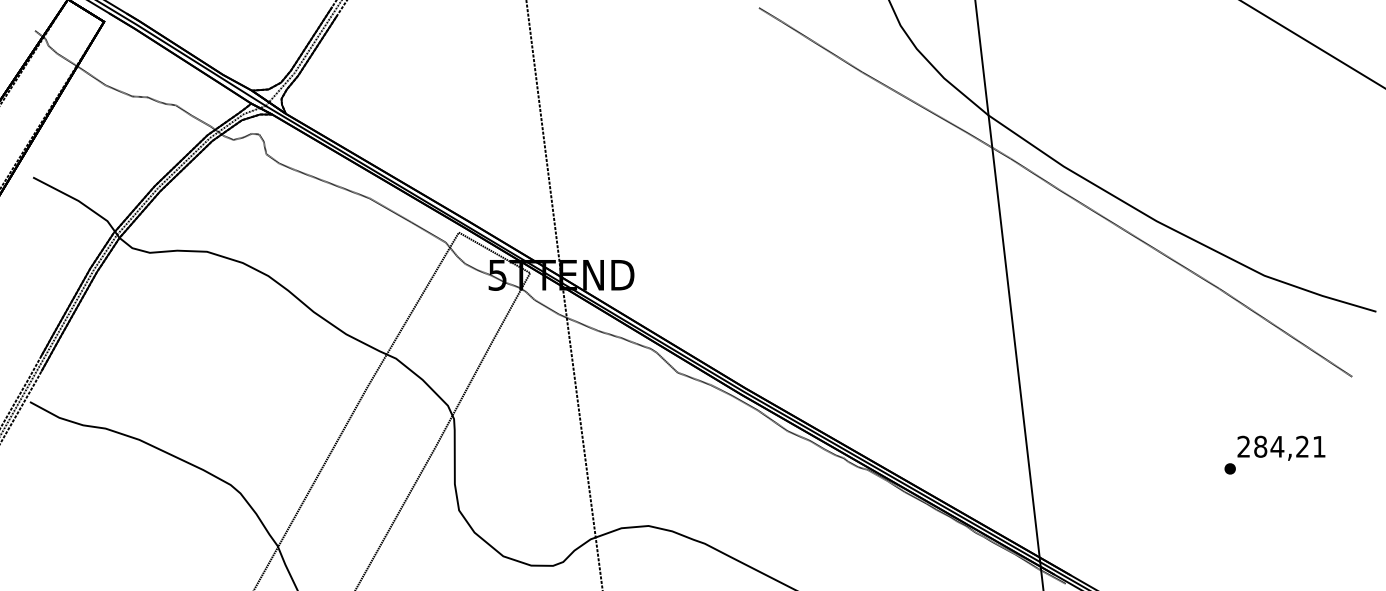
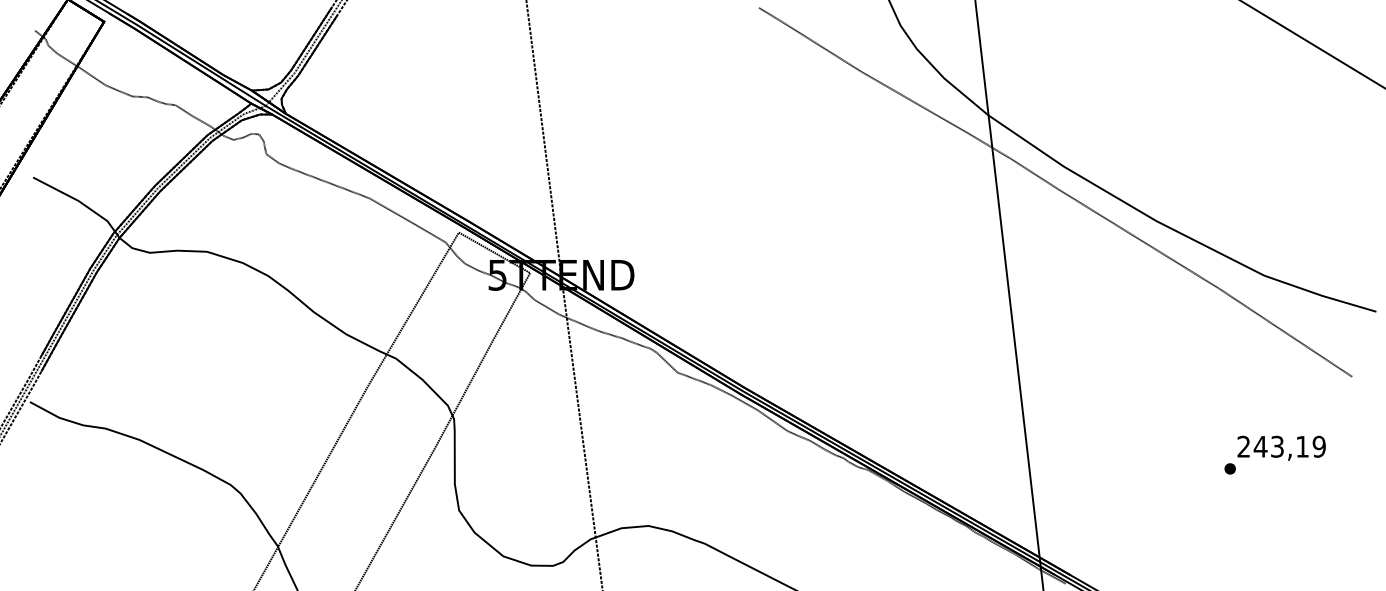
text at (1289, 446): 284,21 -> 243,19
